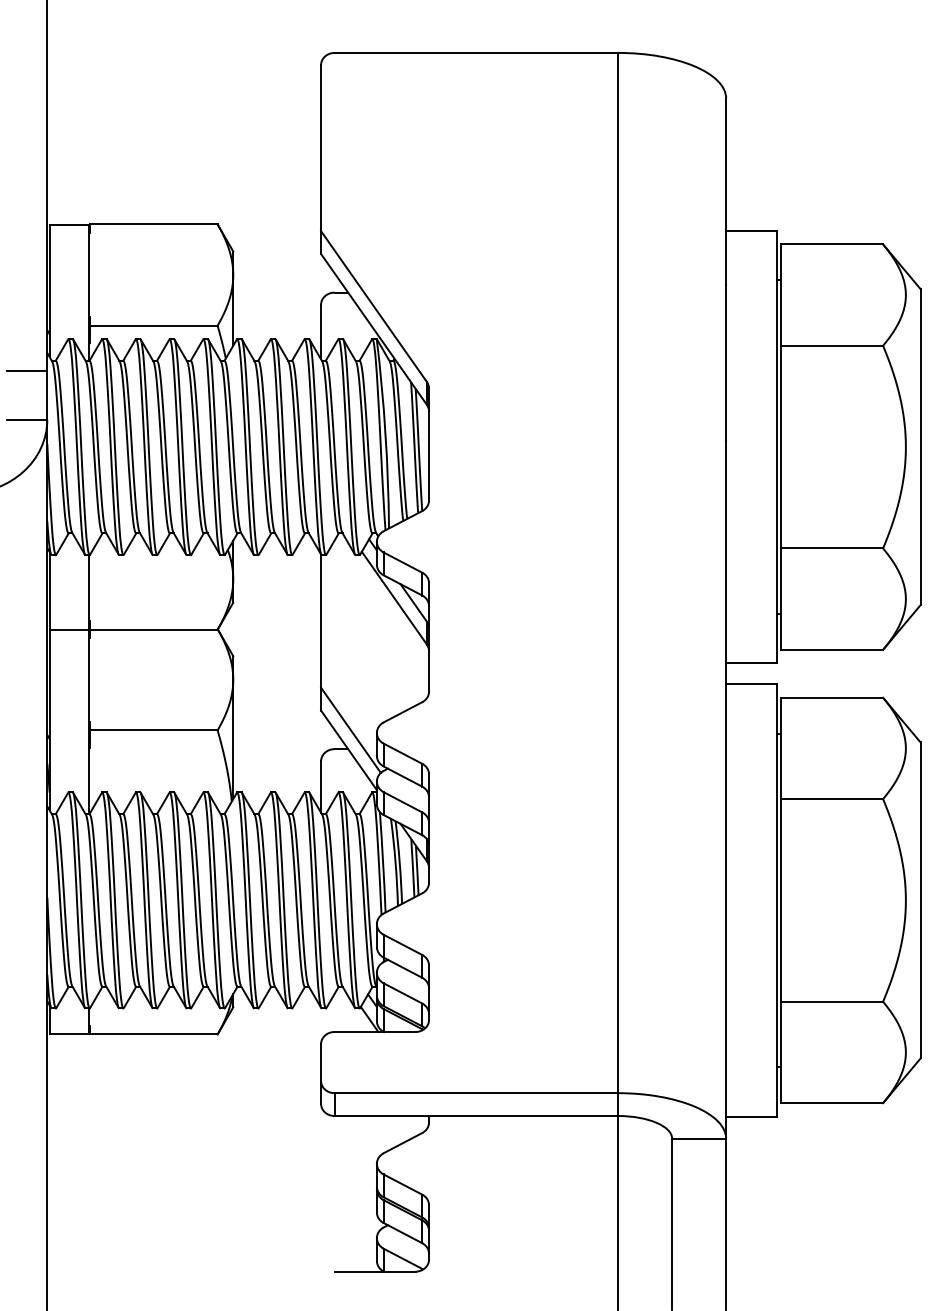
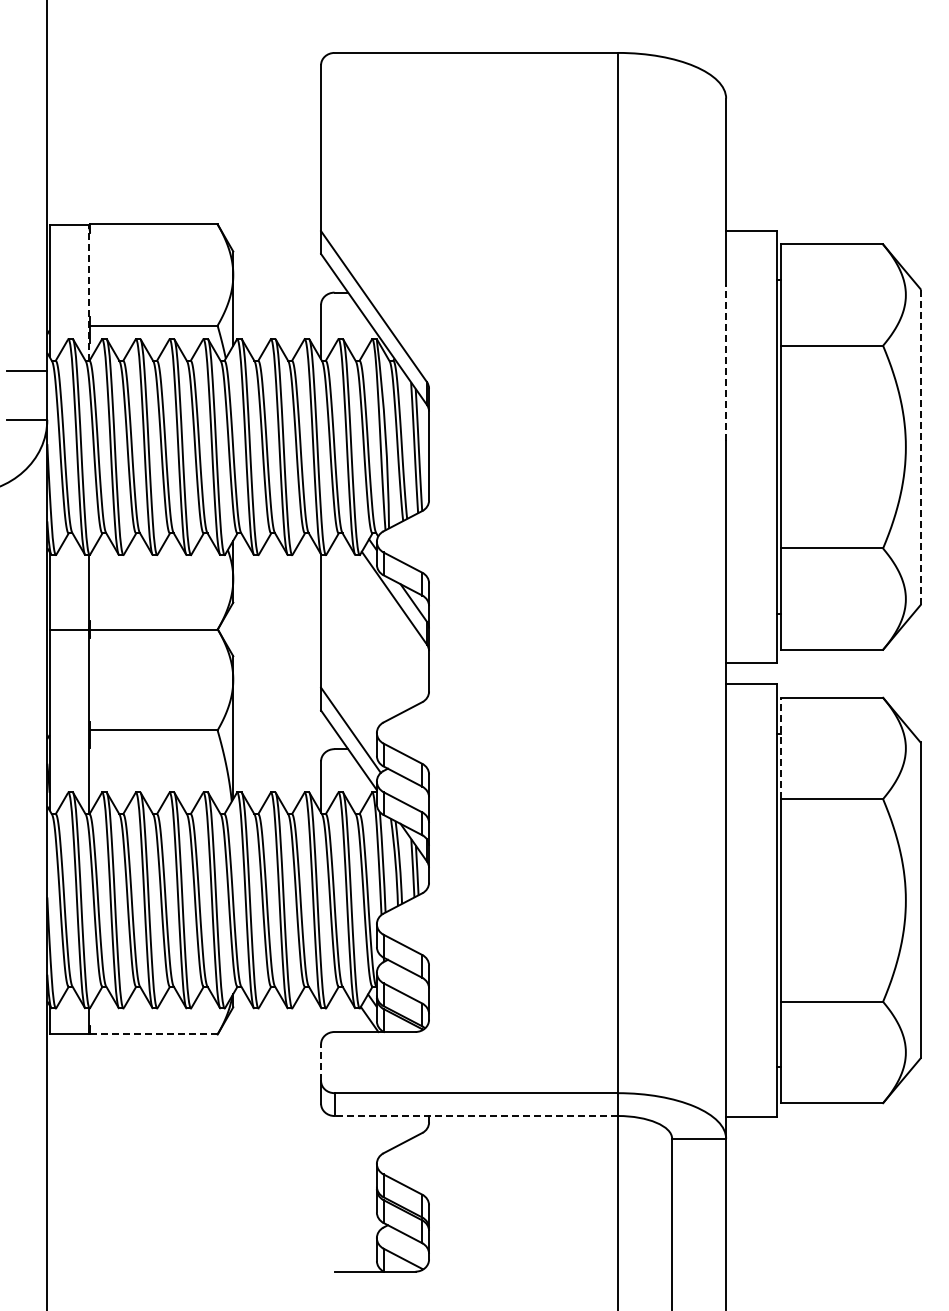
line at (88, 292): solid -> dashed
line at (726, 362): solid -> dashed
line at (920, 447): solid -> dashed
line at (781, 748): solid -> dashed
line at (153, 1034): solid -> dashed
line at (321, 1062): solid -> dashed
line at (476, 1116): solid -> dashed
